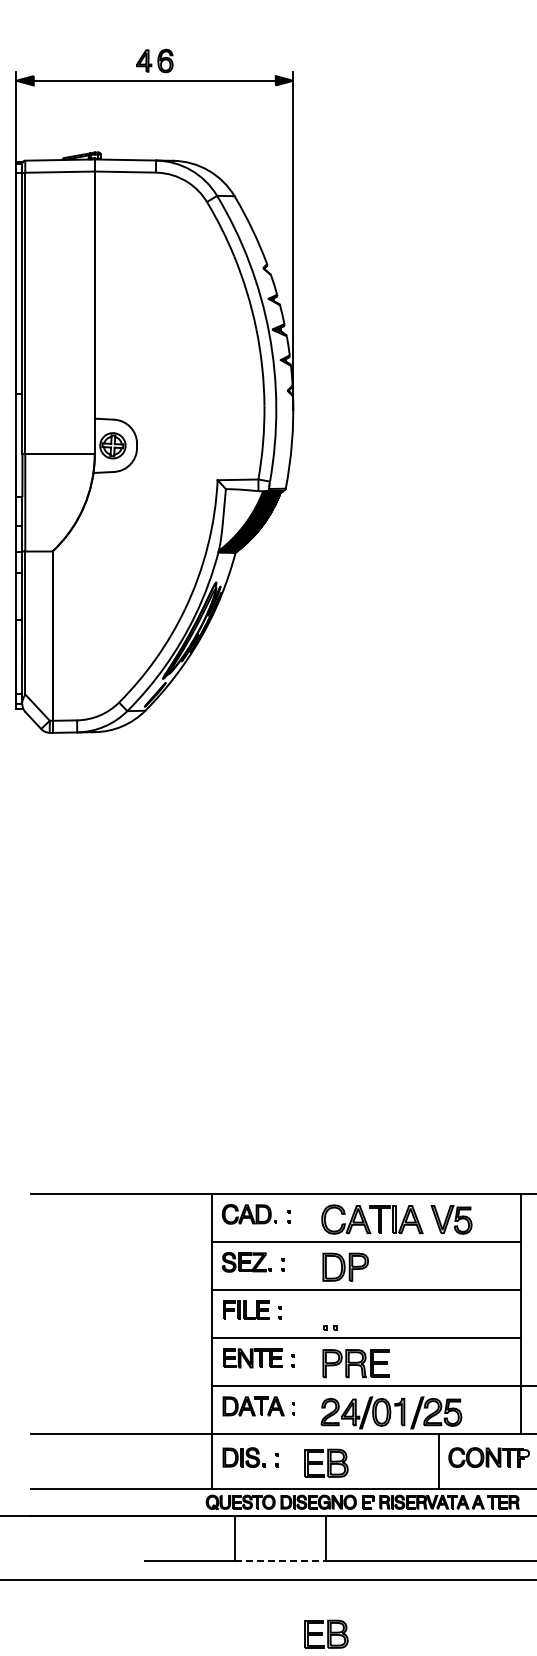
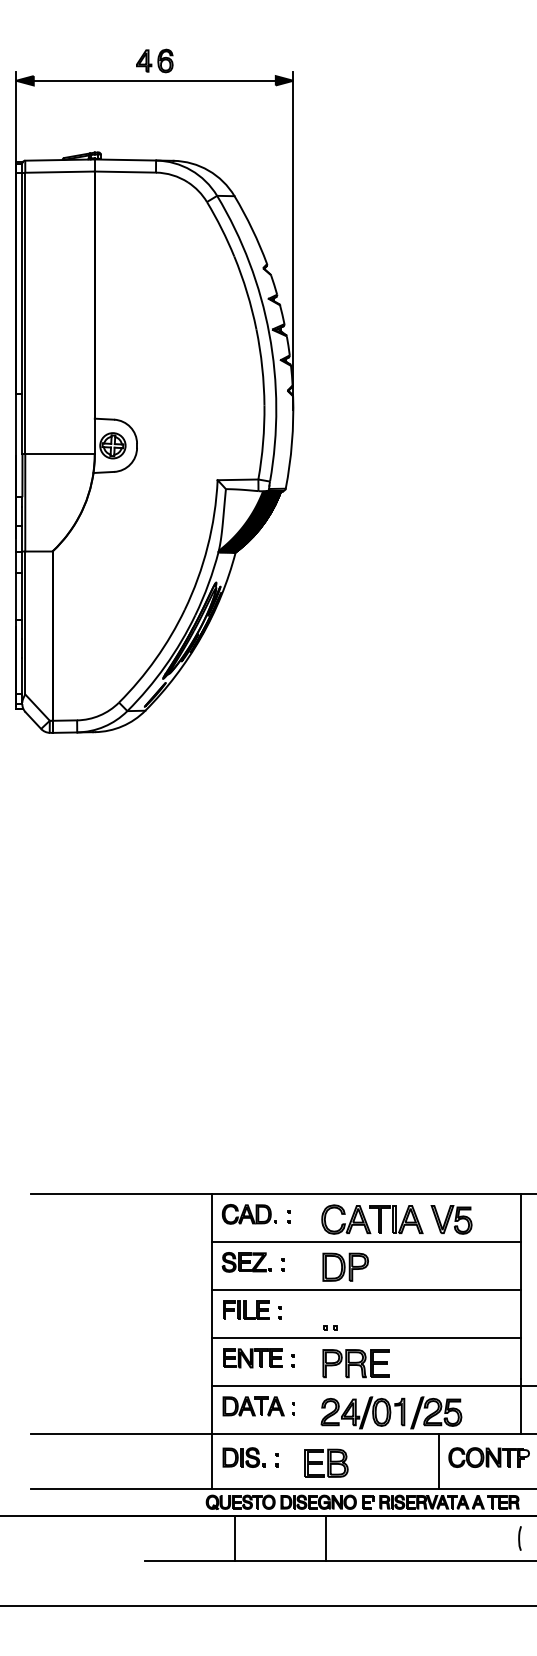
line at (519, 1538): none -> present
line at (280, 1561): dashed -> solid
line at (267, 1580) position: (267, 1580) -> (267, 1606)
part at (326, 1633): present -> none
